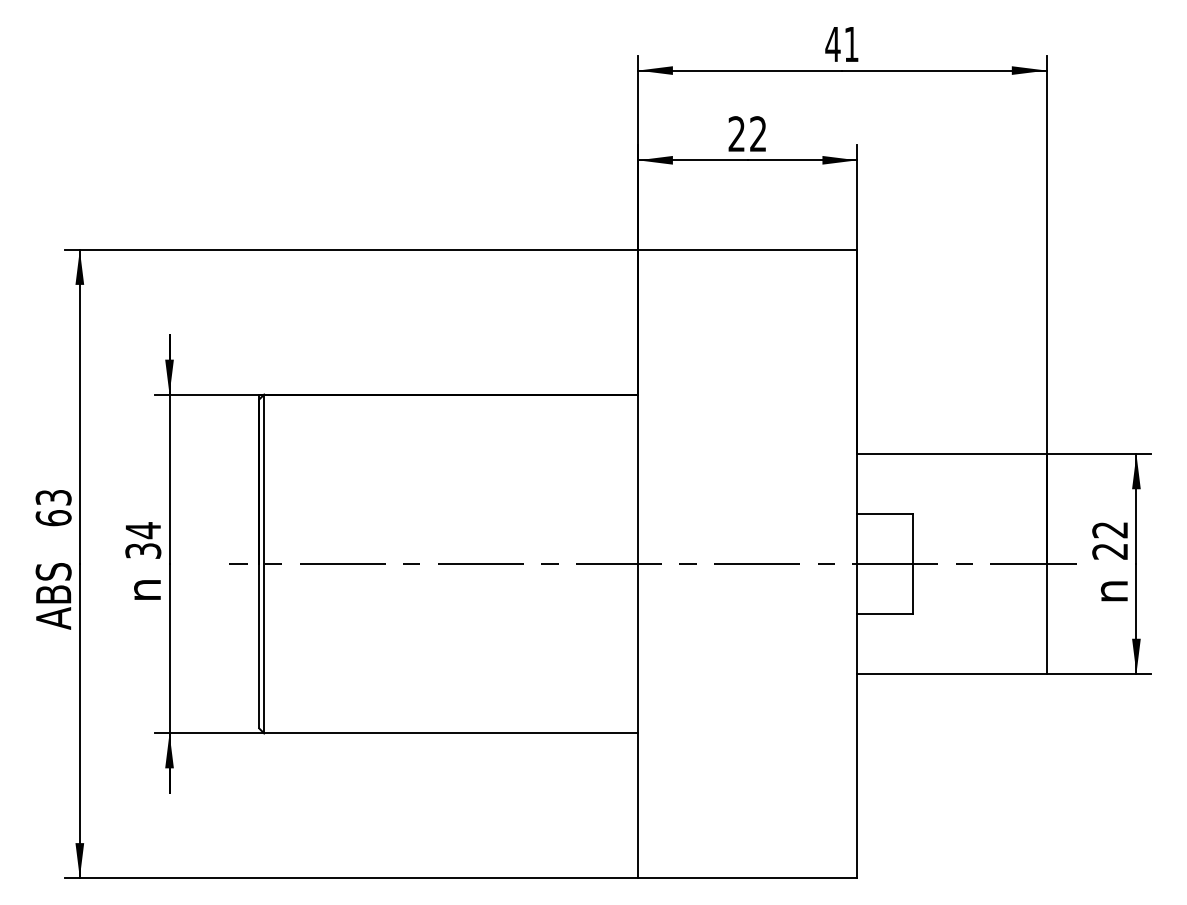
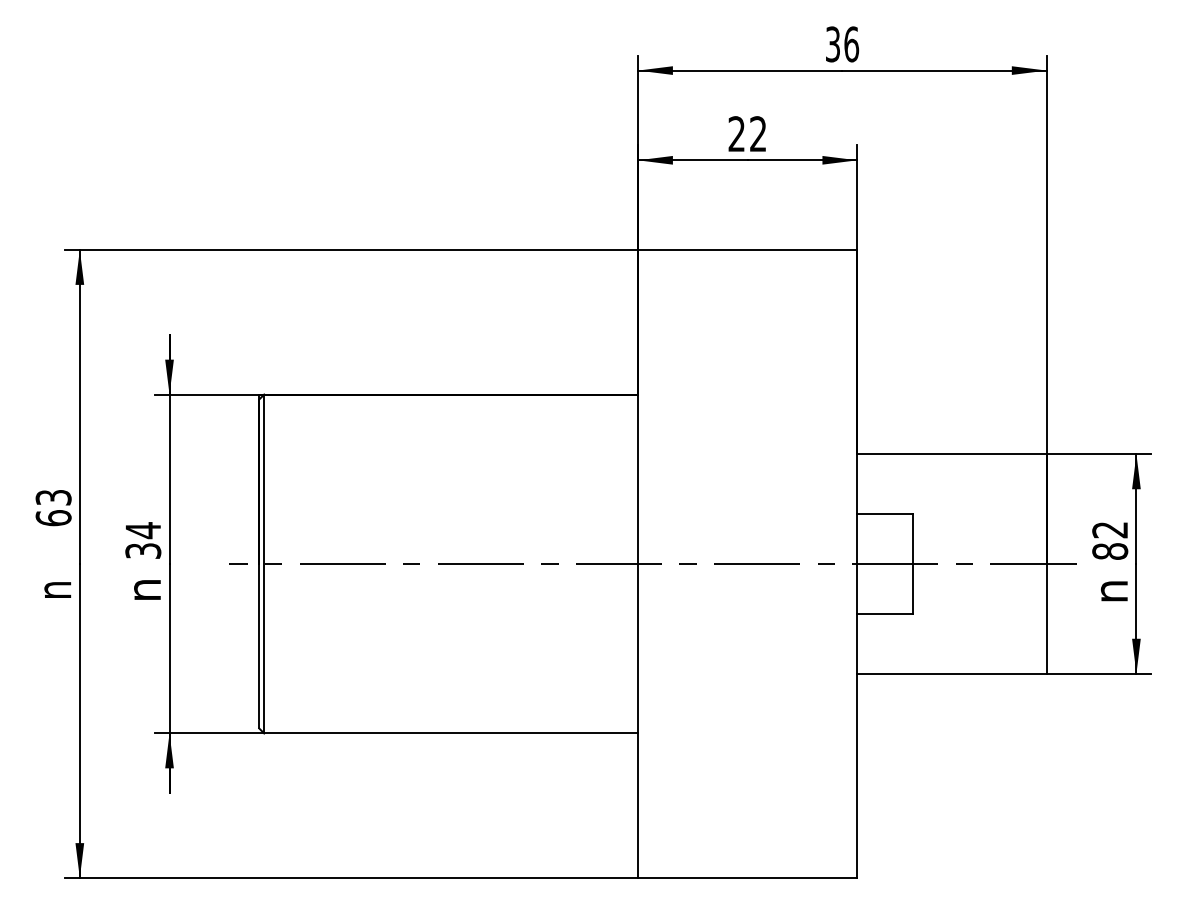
text at (842, 44): 41 -> 36
text at (1110, 551): 22 -> 82
text at (53, 596): ABS -> n
